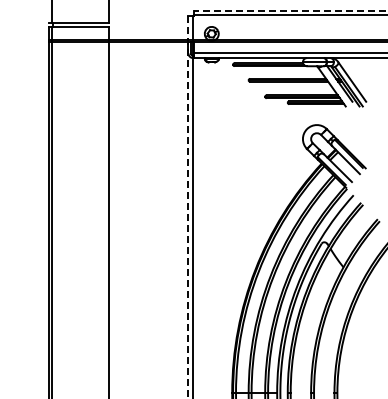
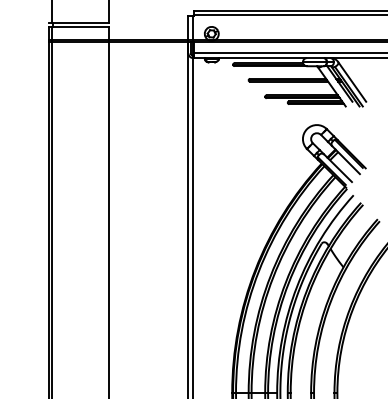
line at (290, 10): dashed -> solid
line at (188, 208): dashed -> solid
